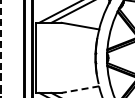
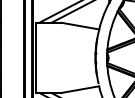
line at (0, 49): dashed -> solid
line at (79, 89): dashed -> solid
